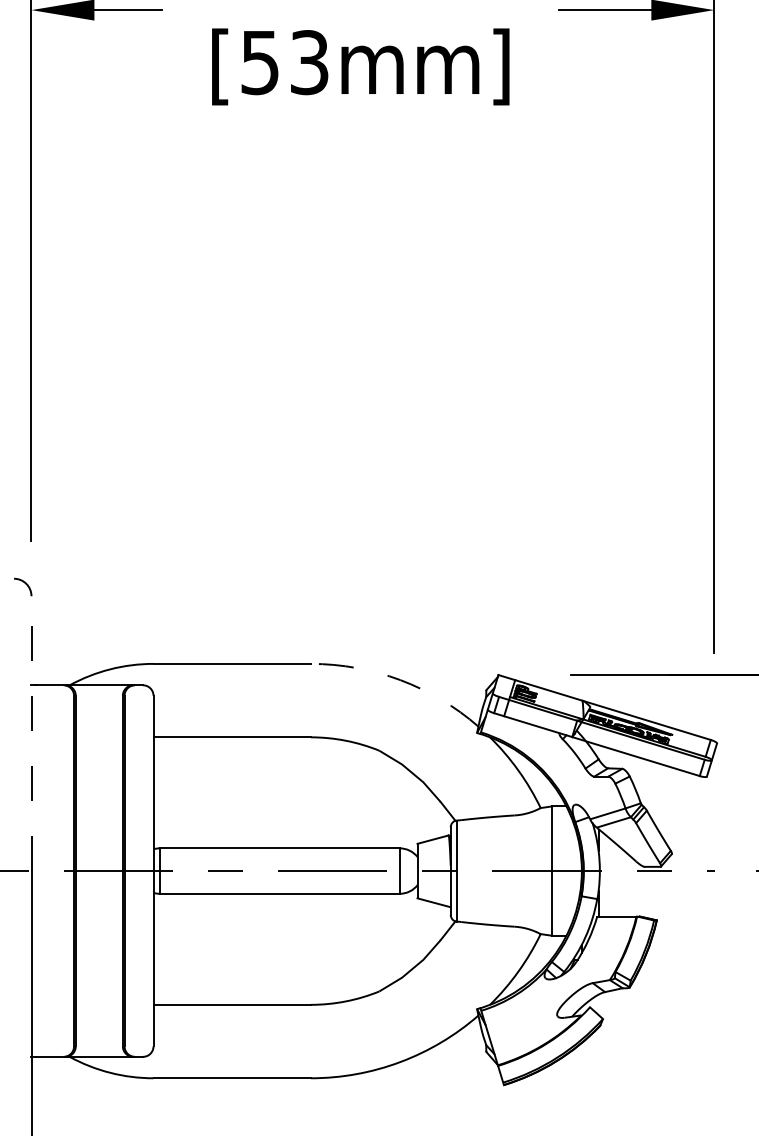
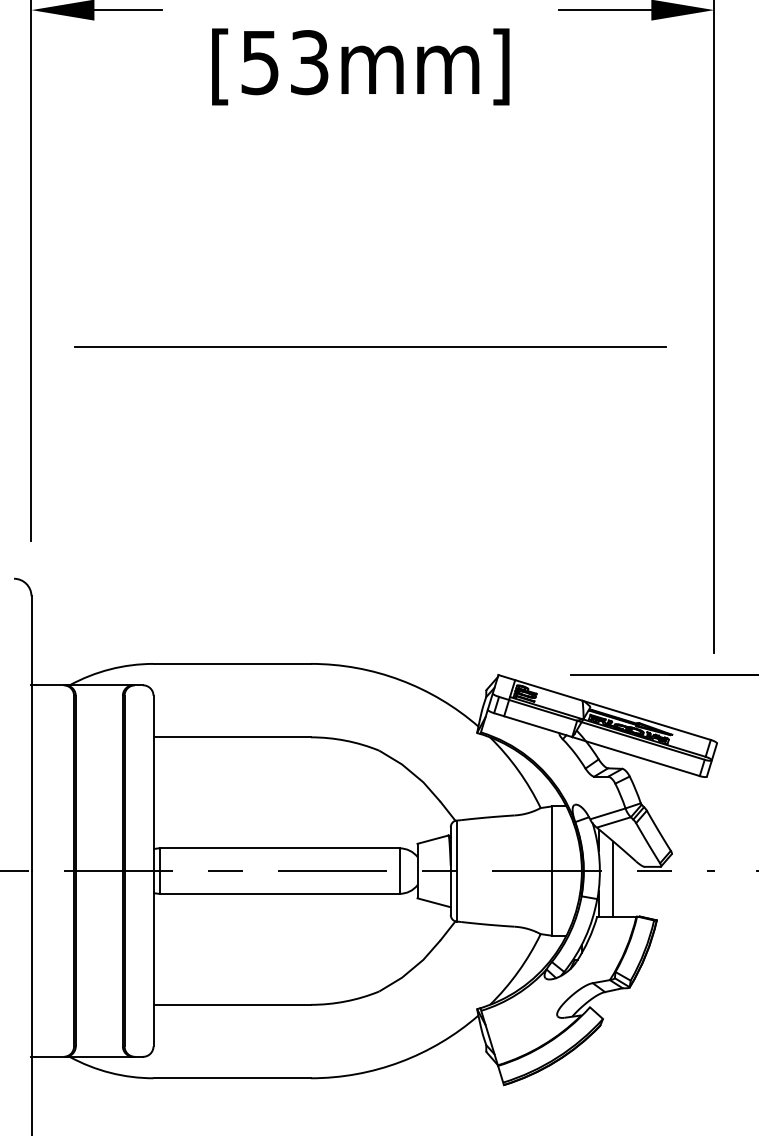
line at (369, 346): none -> present
arc at (400, 680): dashed -> solid
line at (31, 733): dashed -> solid
line at (613, 878): none -> present
